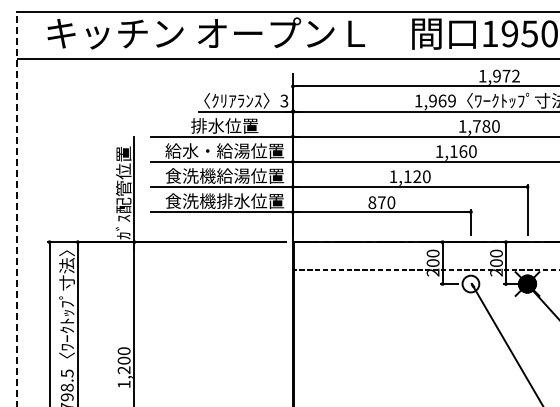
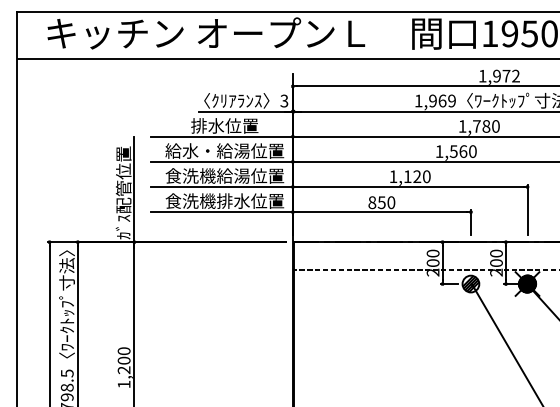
text at (453, 151): 1,160 -> 1,560
text at (381, 202): 870 -> 850
line at (16, 209): dashed -> solid
hatch at (470, 284): none -> present
